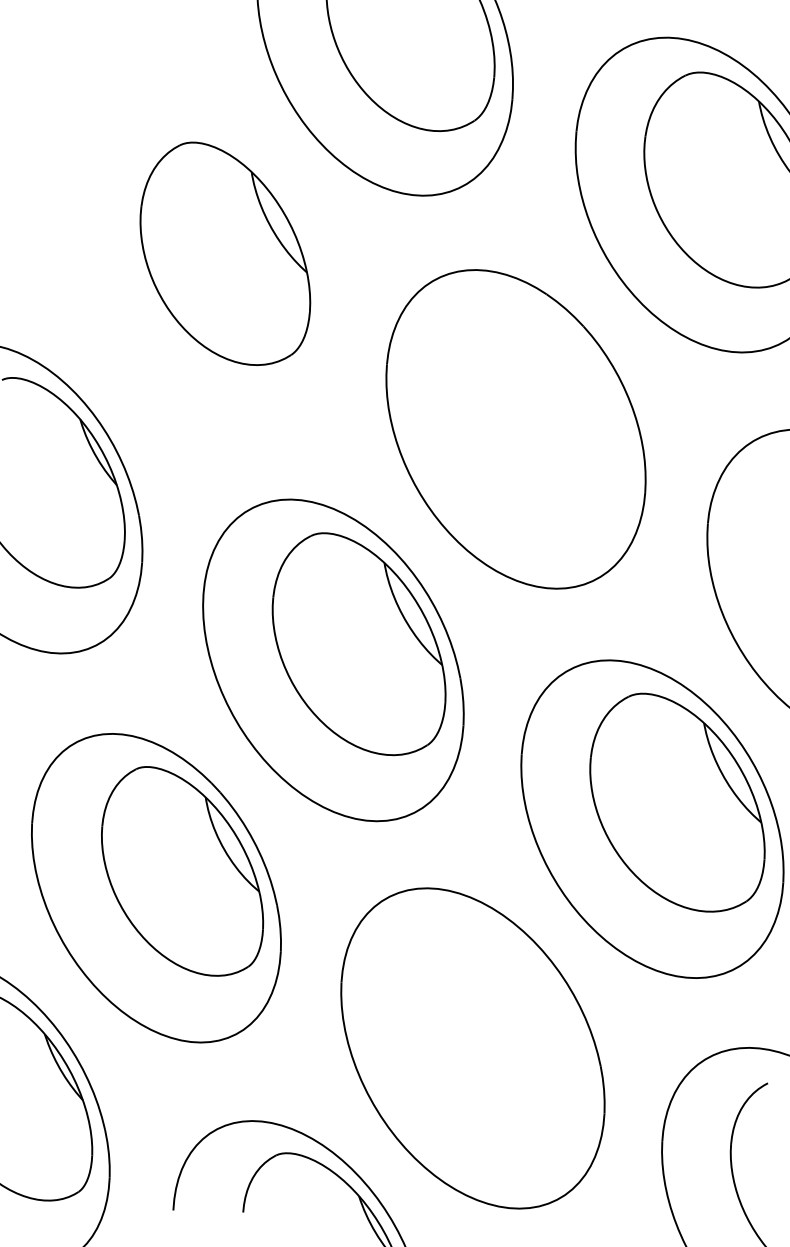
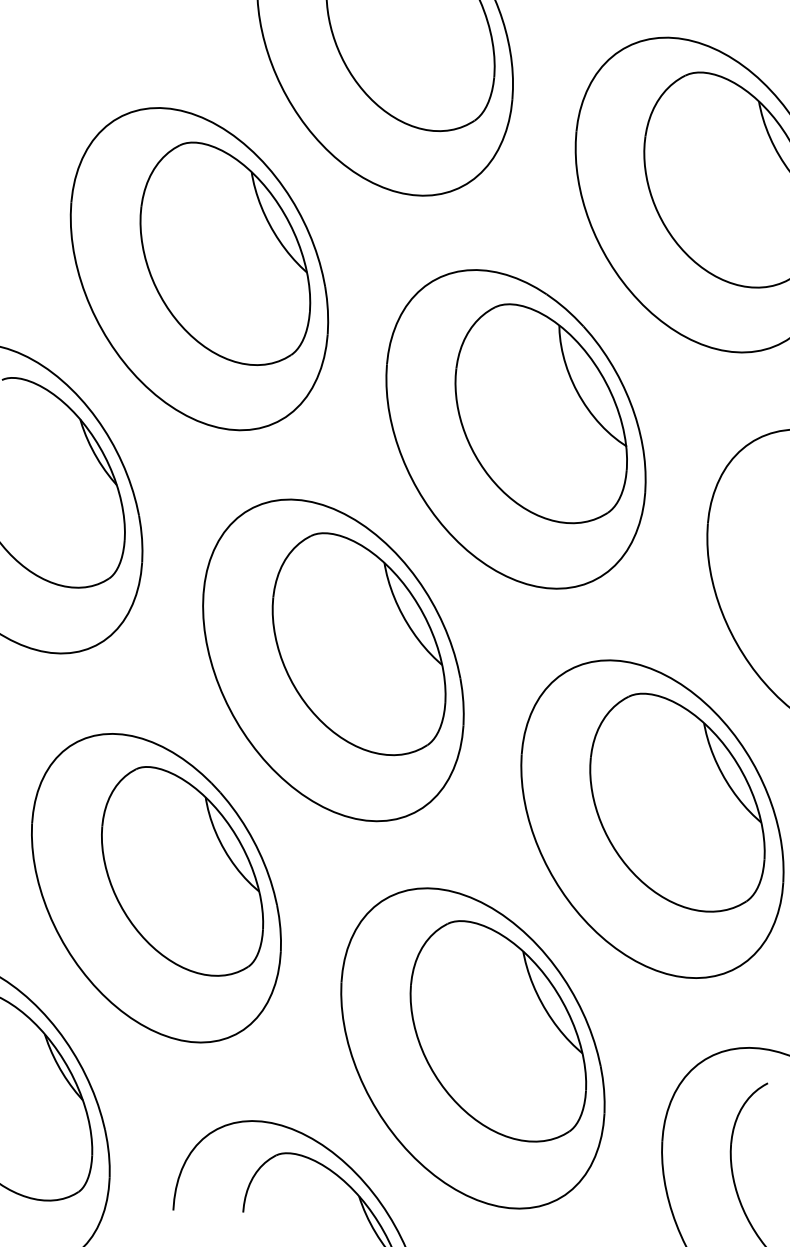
part at (199, 269): none -> present
part at (540, 413): none -> present
part at (498, 1031): none -> present
